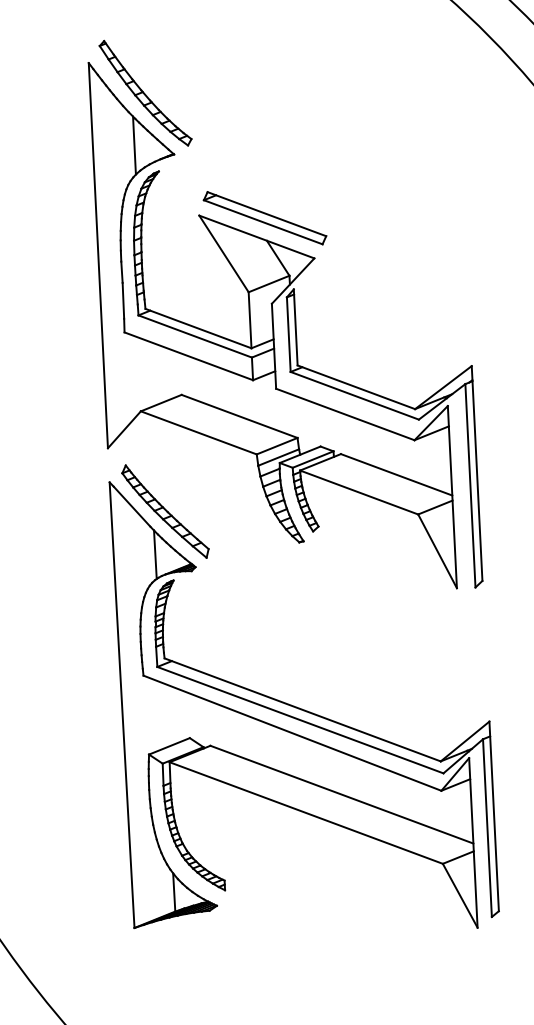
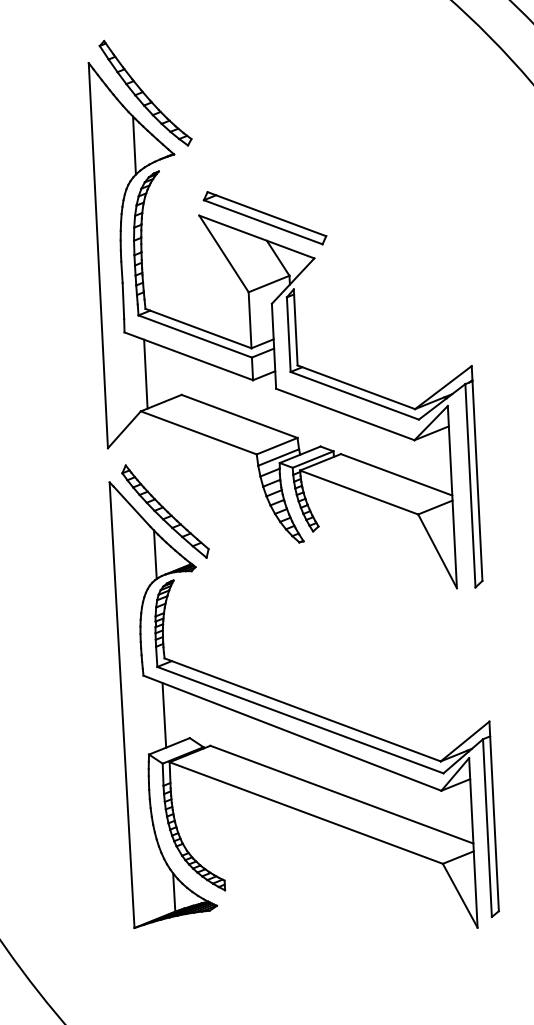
line at (145, 373): none -> present
line at (164, 715): none -> present
